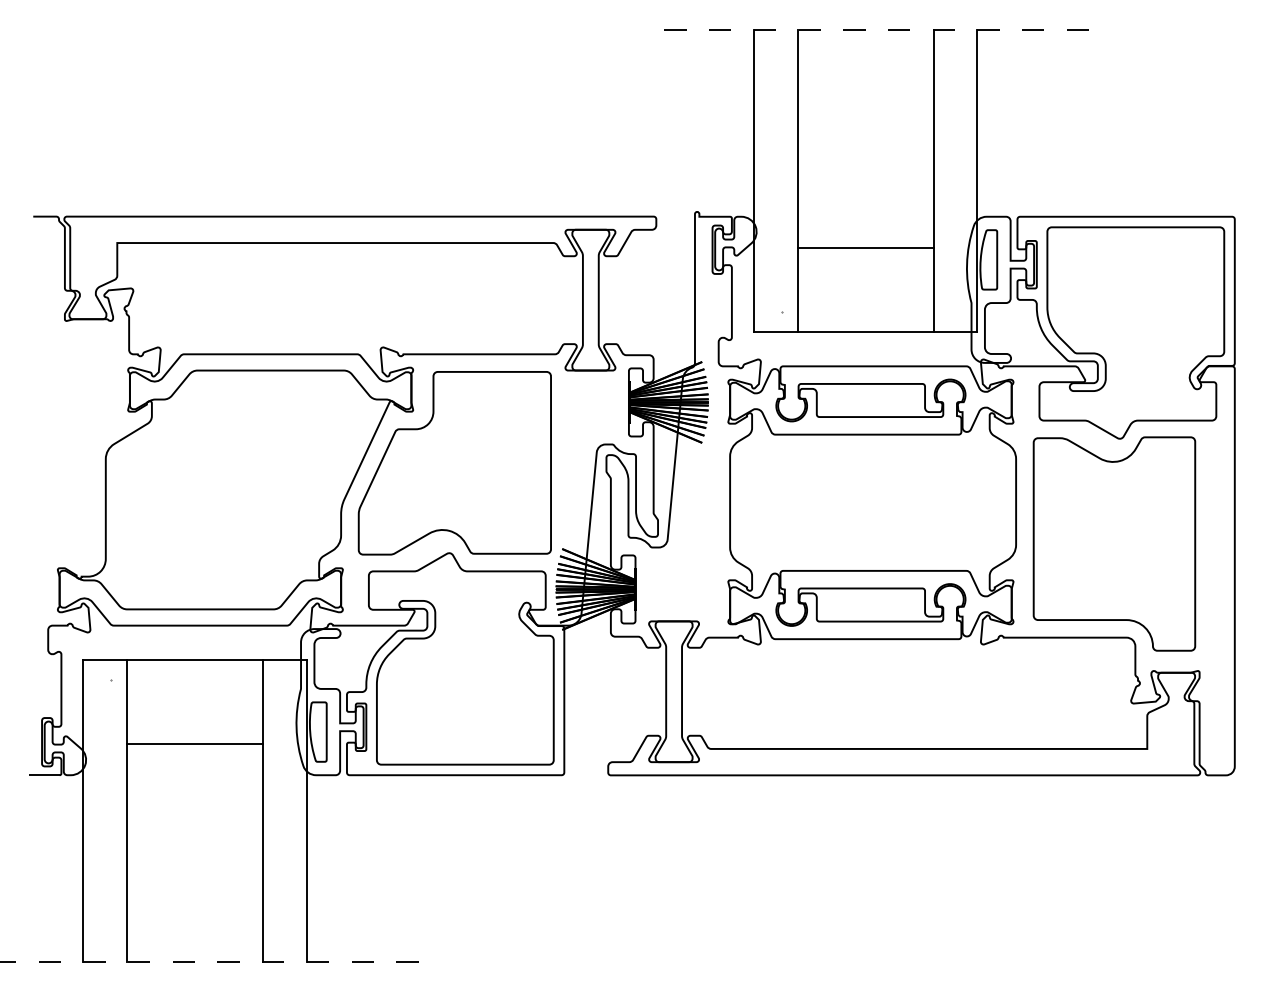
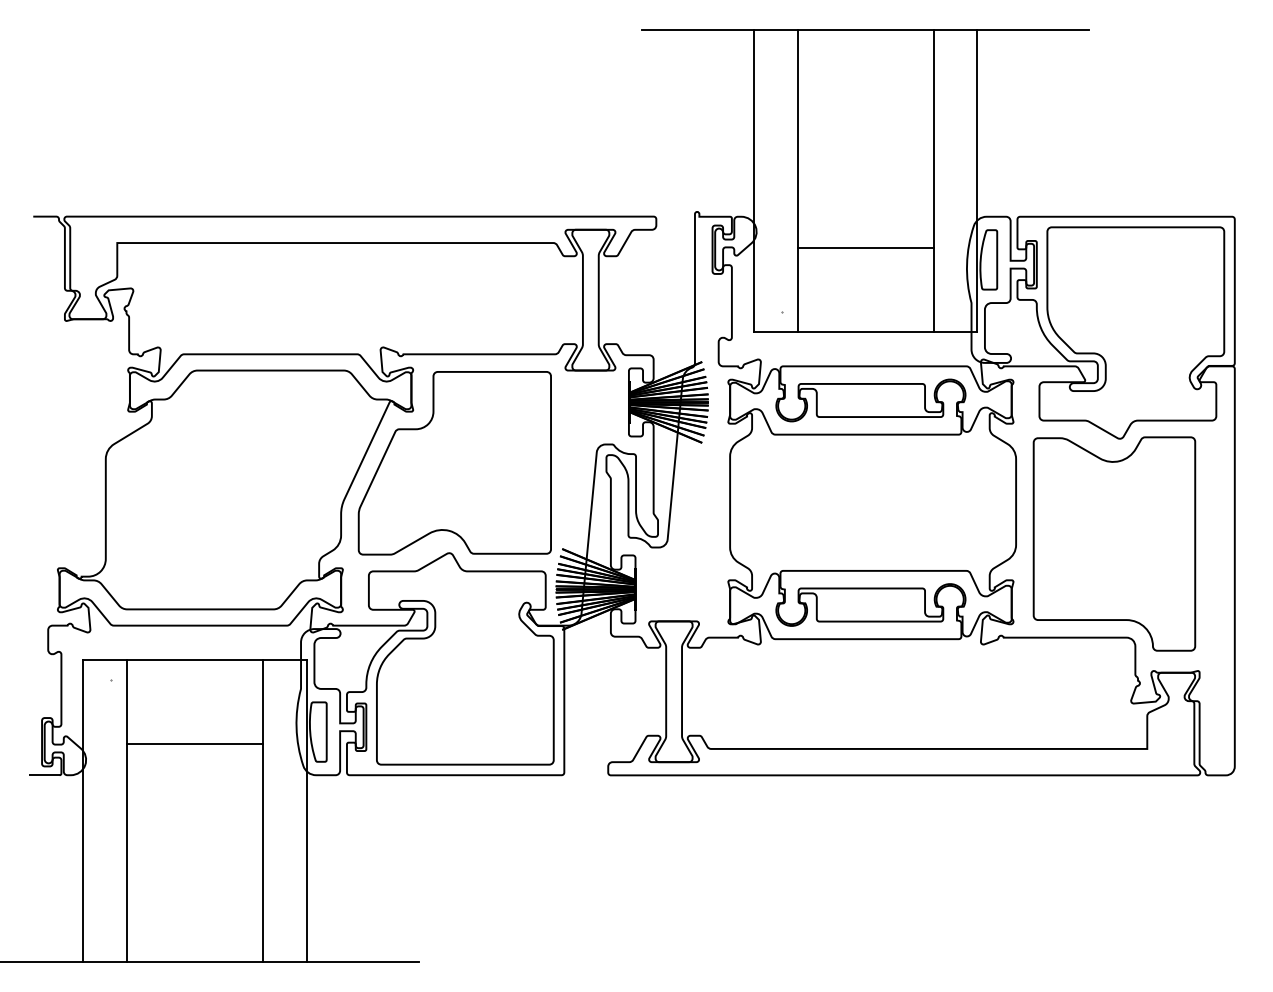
line at (865, 29): dashed -> solid
line at (209, 962): dashed -> solid
